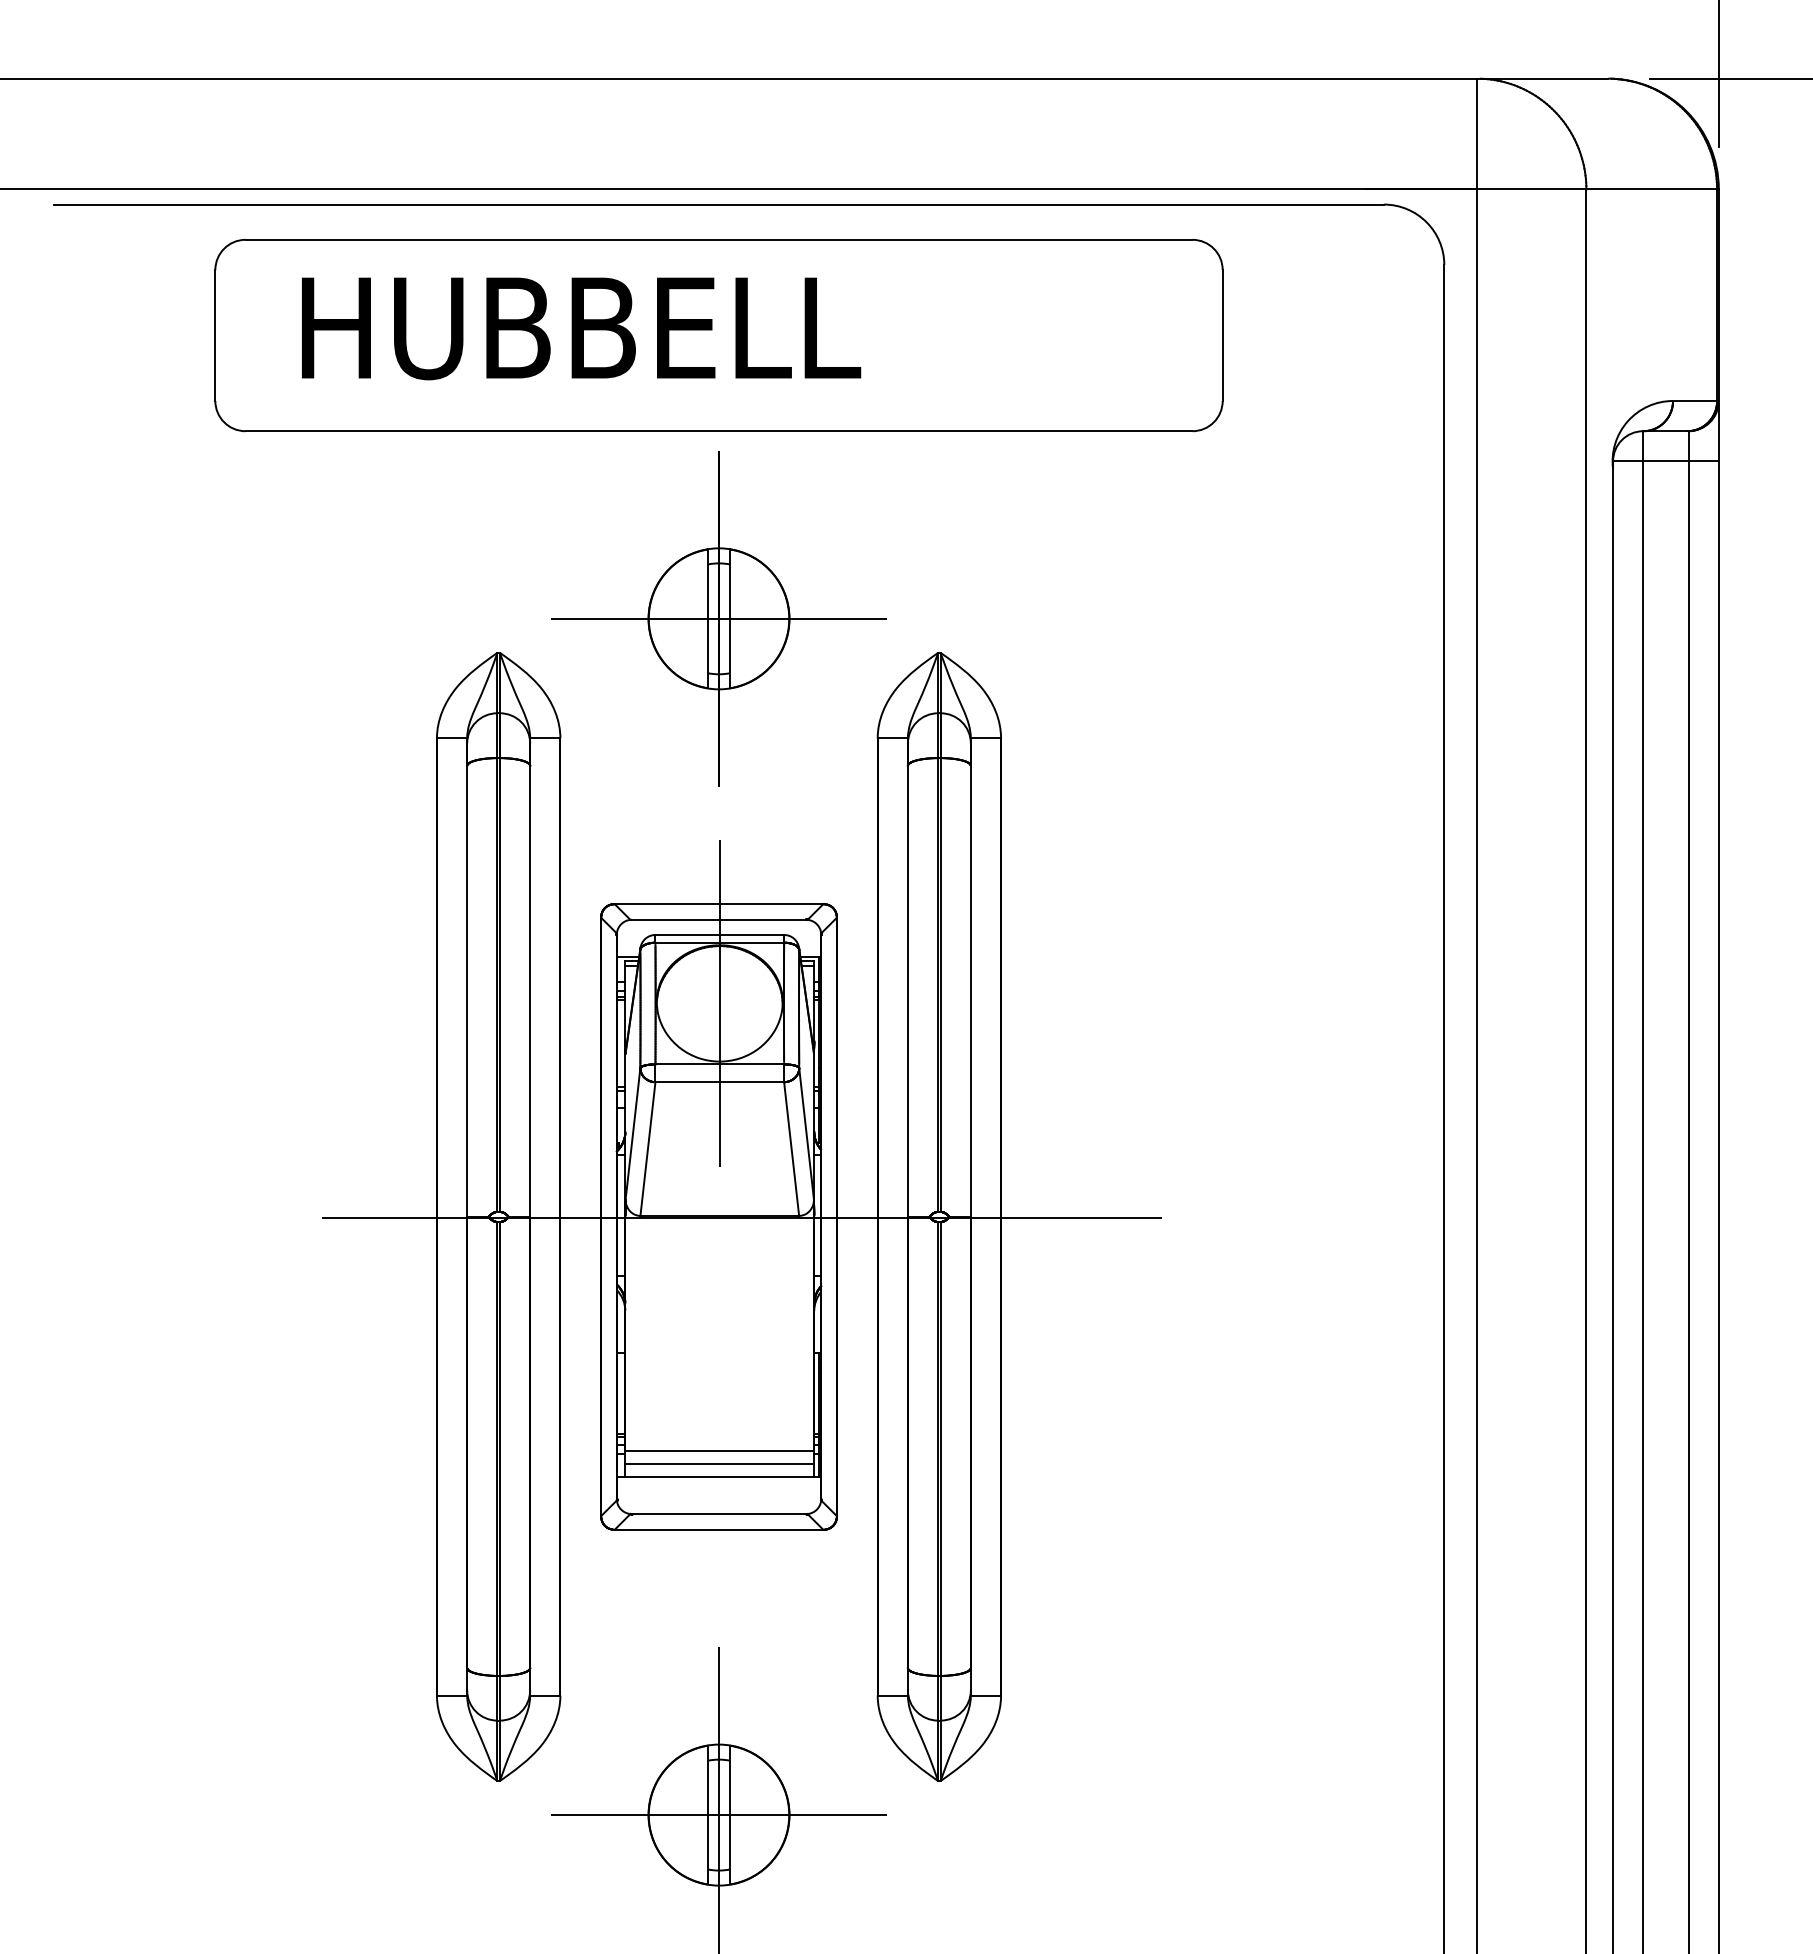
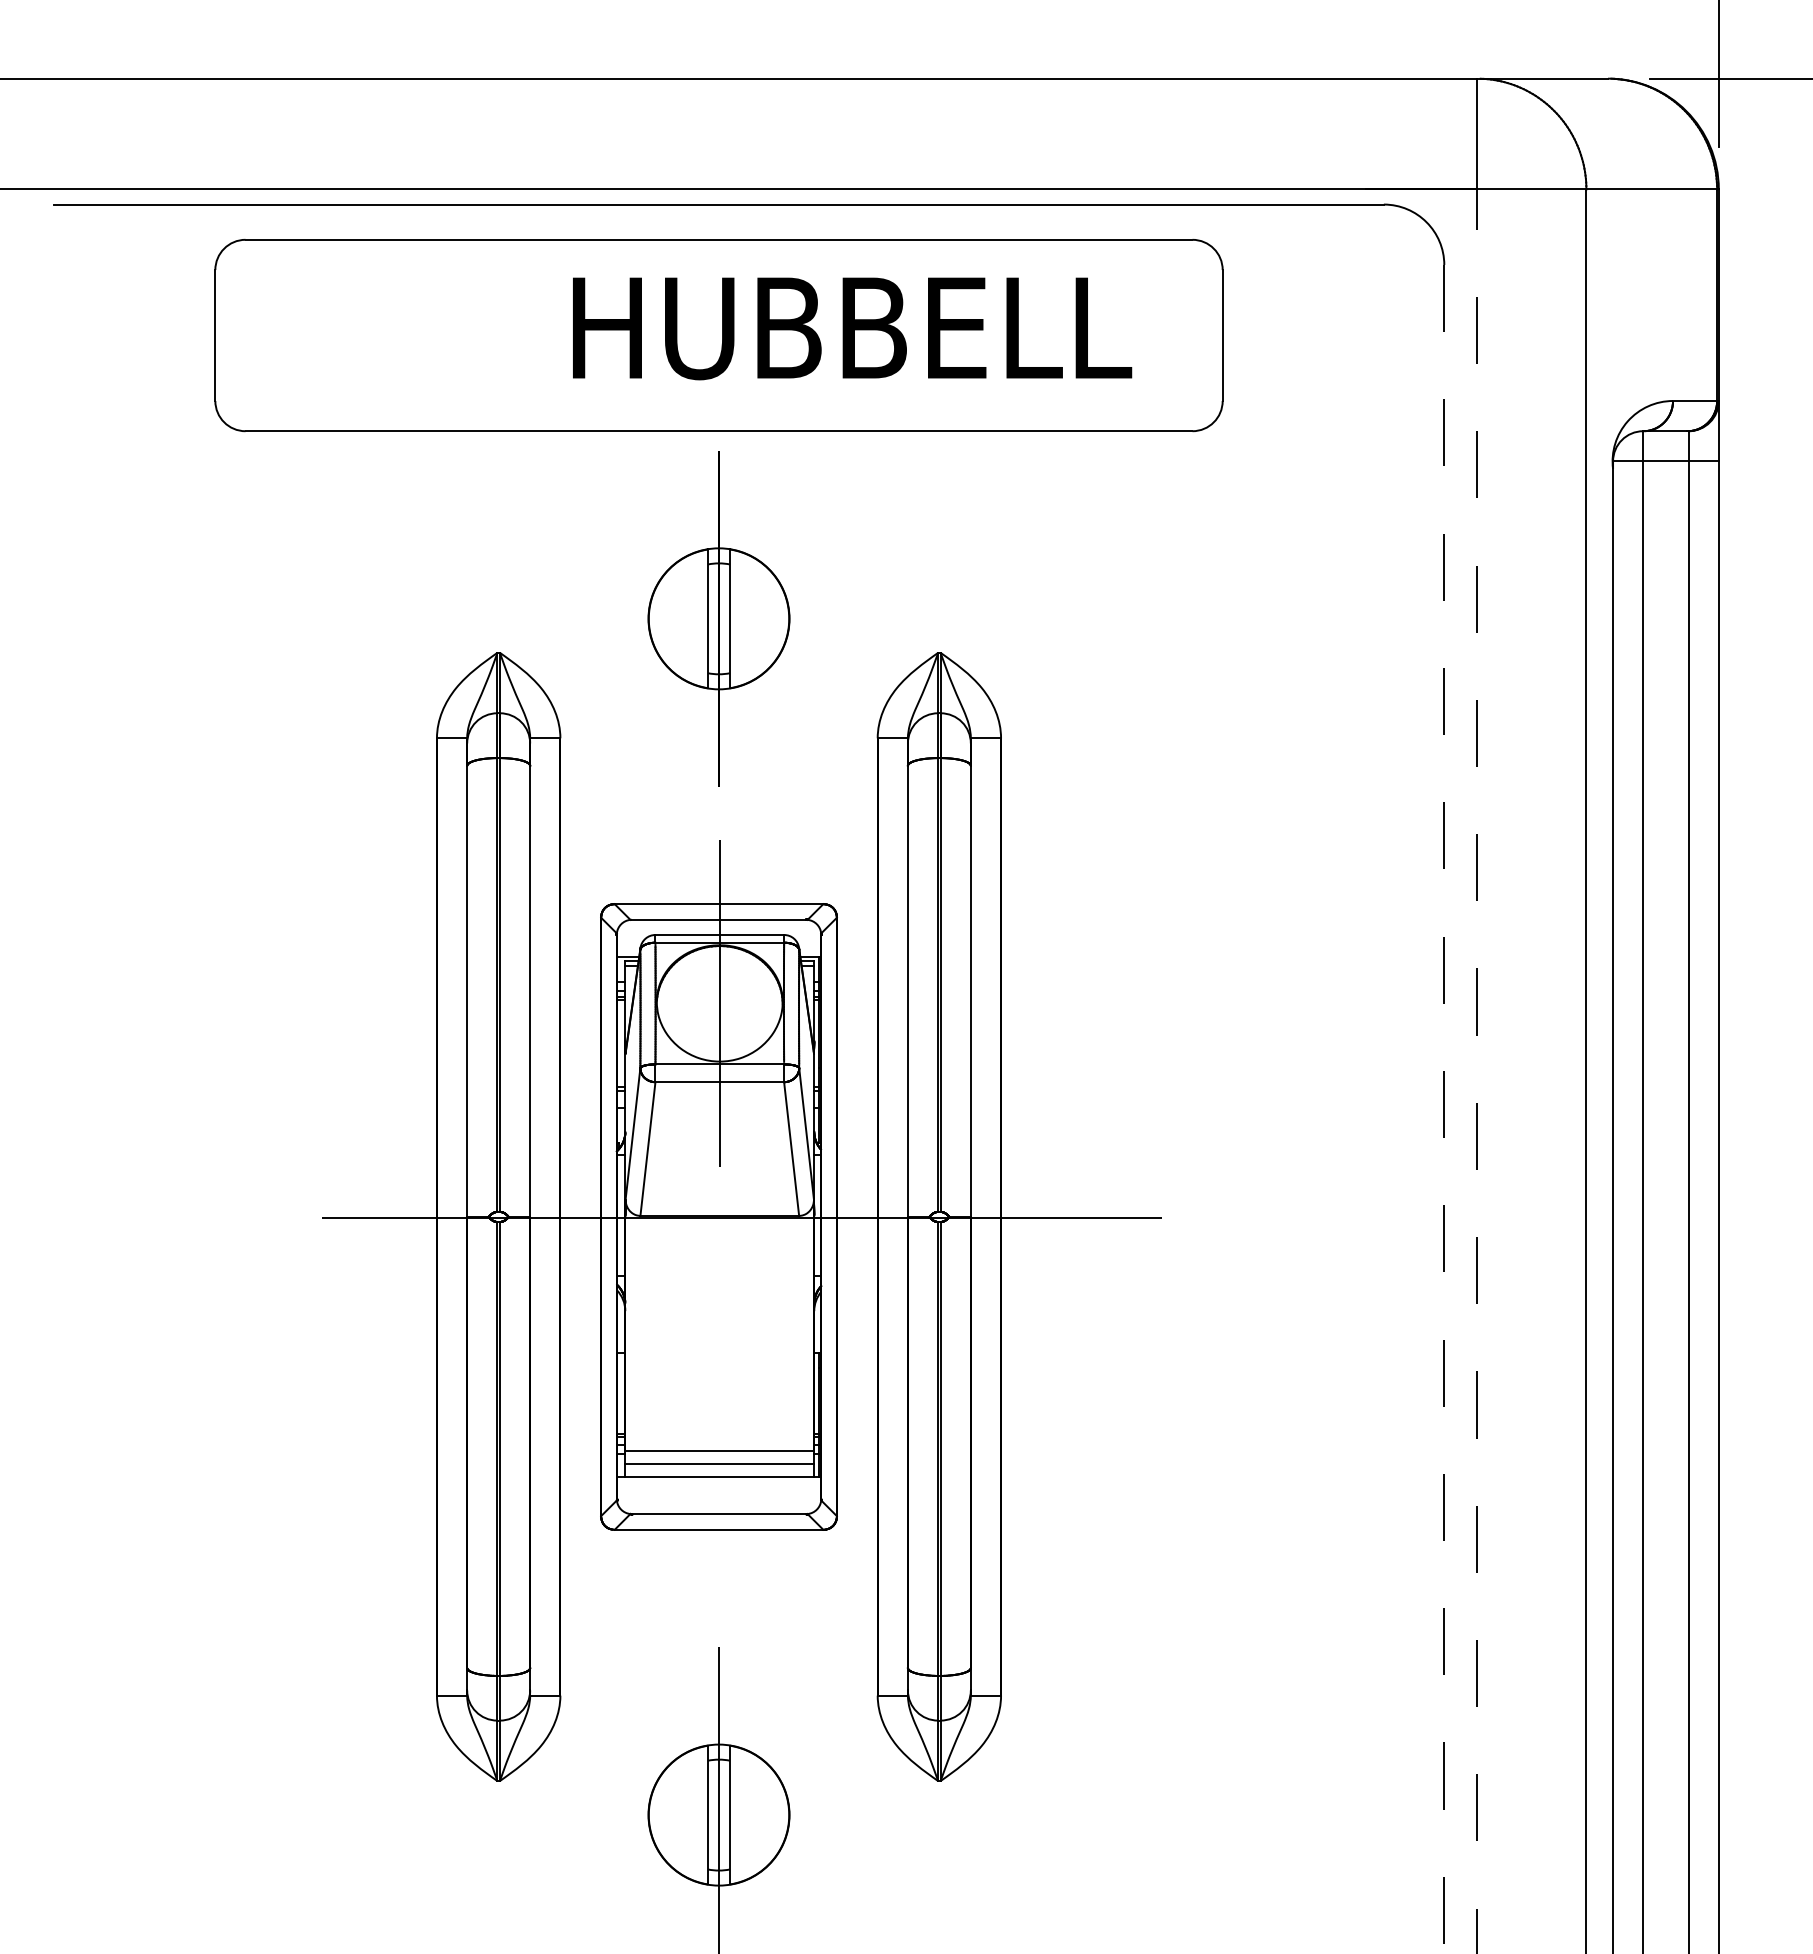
text at (581, 328) position: (581, 328) -> (852, 328)
line at (718, 618): present -> none
line at (1477, 1071): solid -> dashed
line at (1444, 1109): solid -> dashed
line at (718, 1815): present -> none
